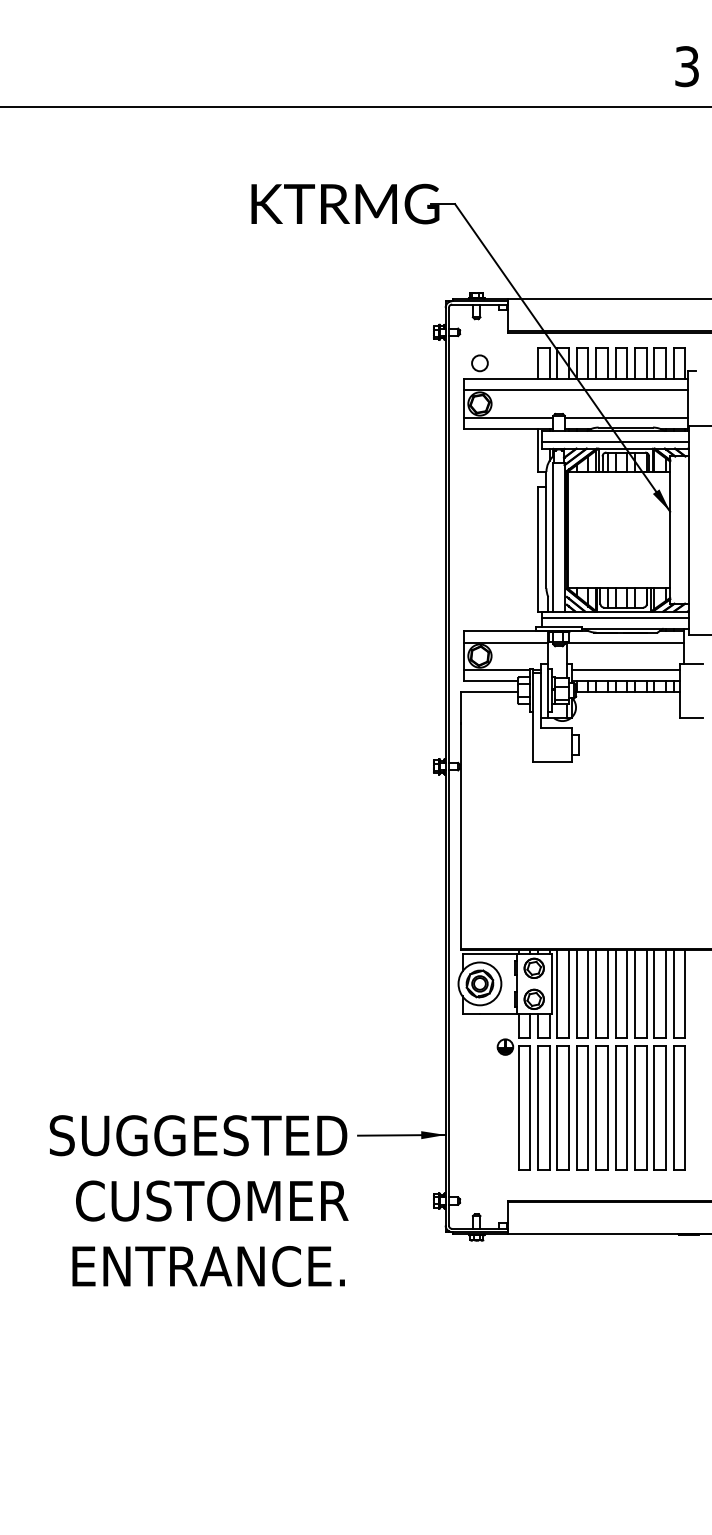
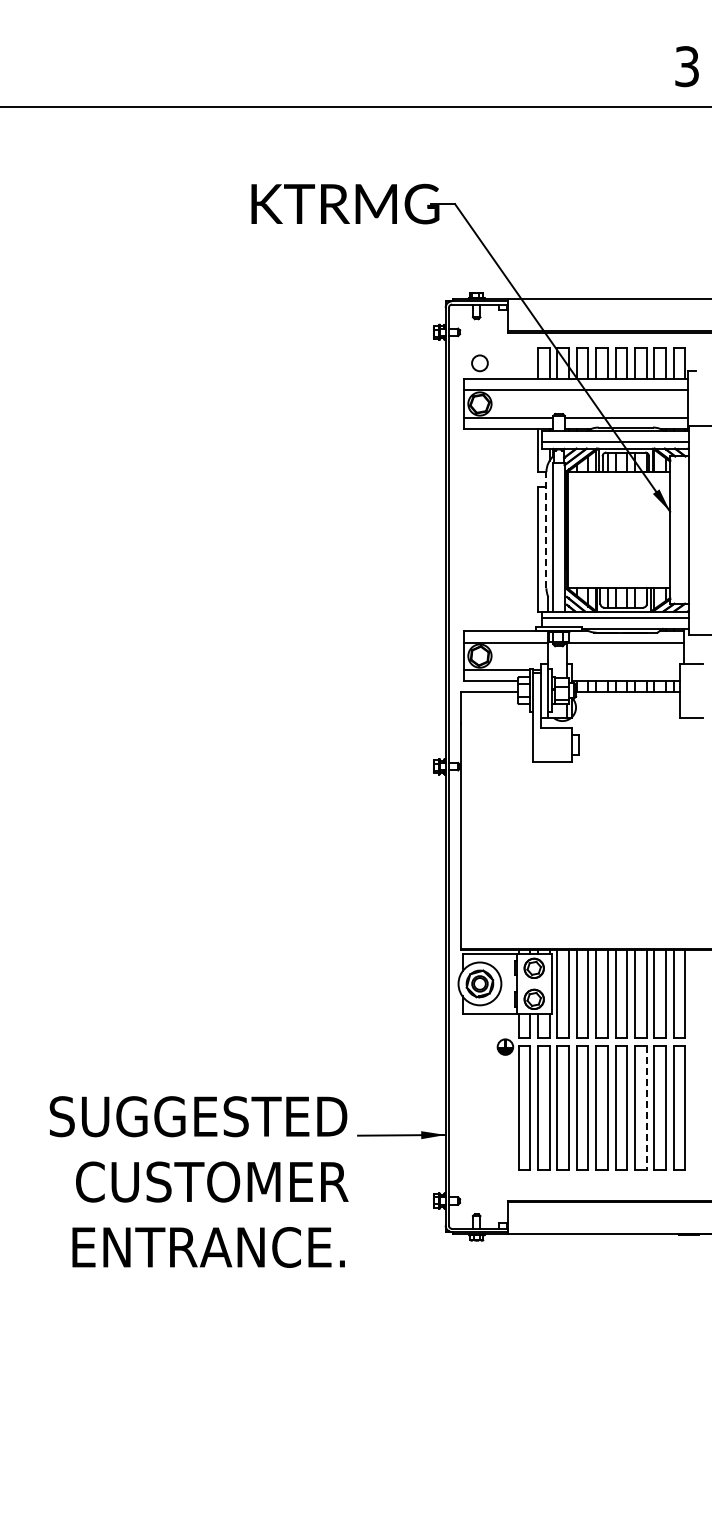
line at (546, 529): solid -> dashed
line at (625, 669): present -> none
line at (646, 1108): solid -> dashed
text at (198, 1200) position: (198, 1200) -> (198, 1181)
